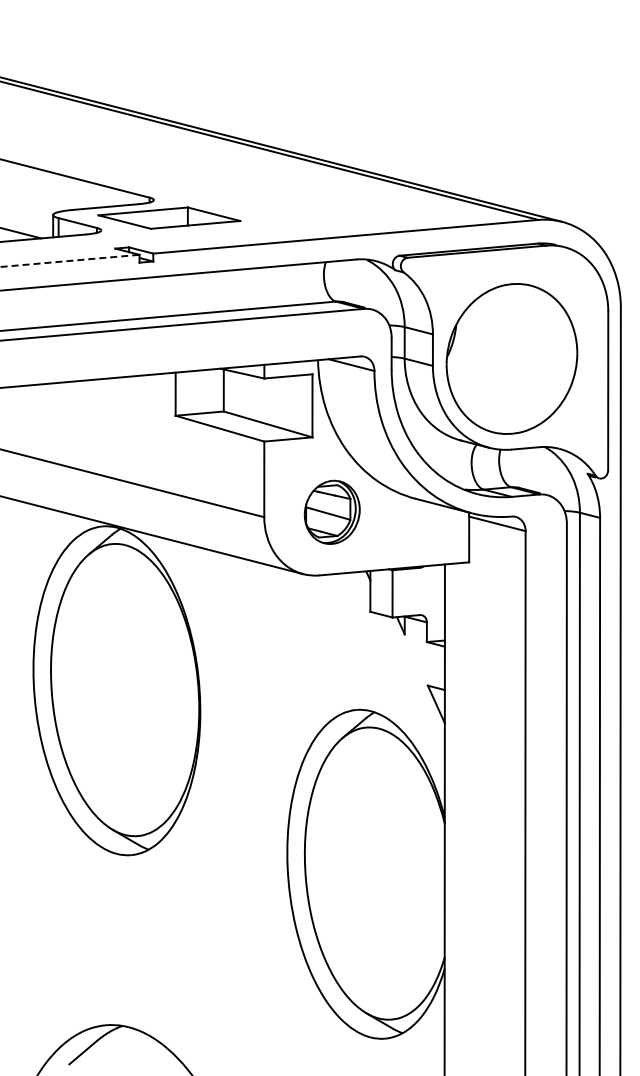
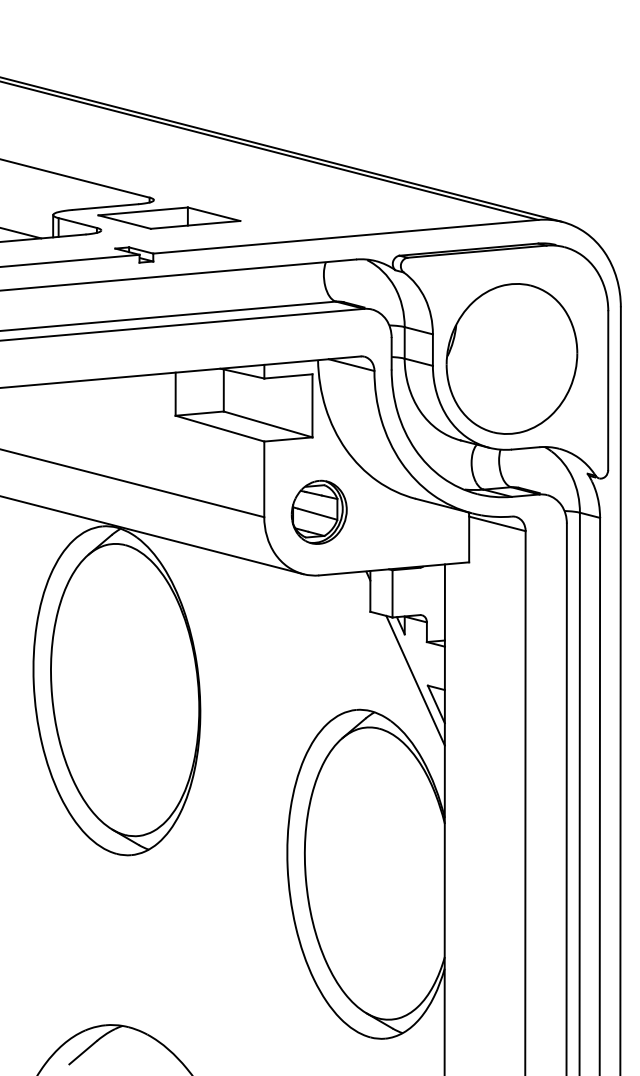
line at (69, 260): dashed -> solid
part at (331, 511) position: (331, 511) -> (318, 511)
line at (415, 680): none -> present
